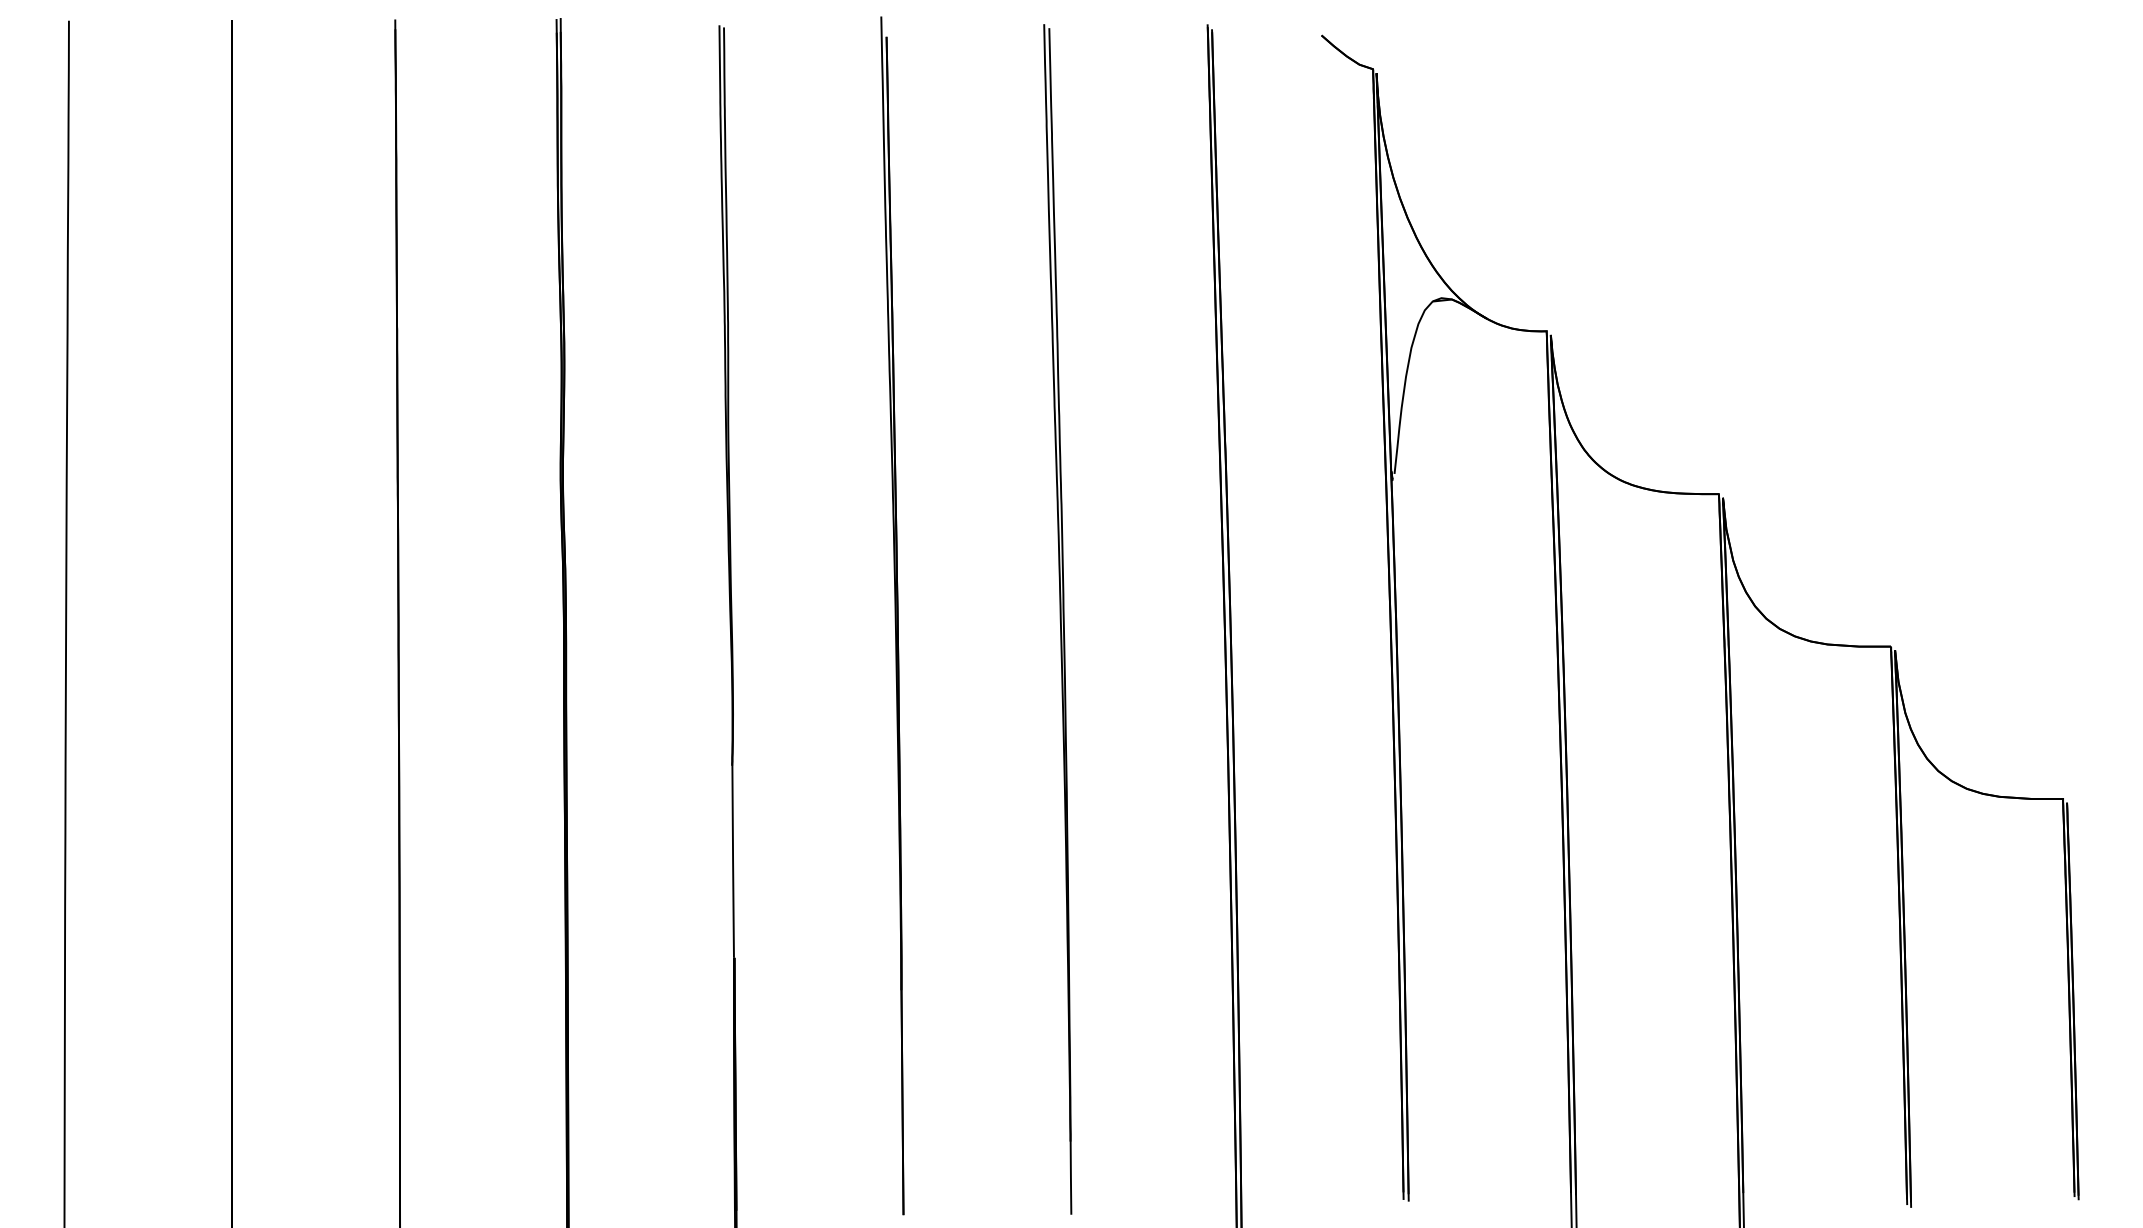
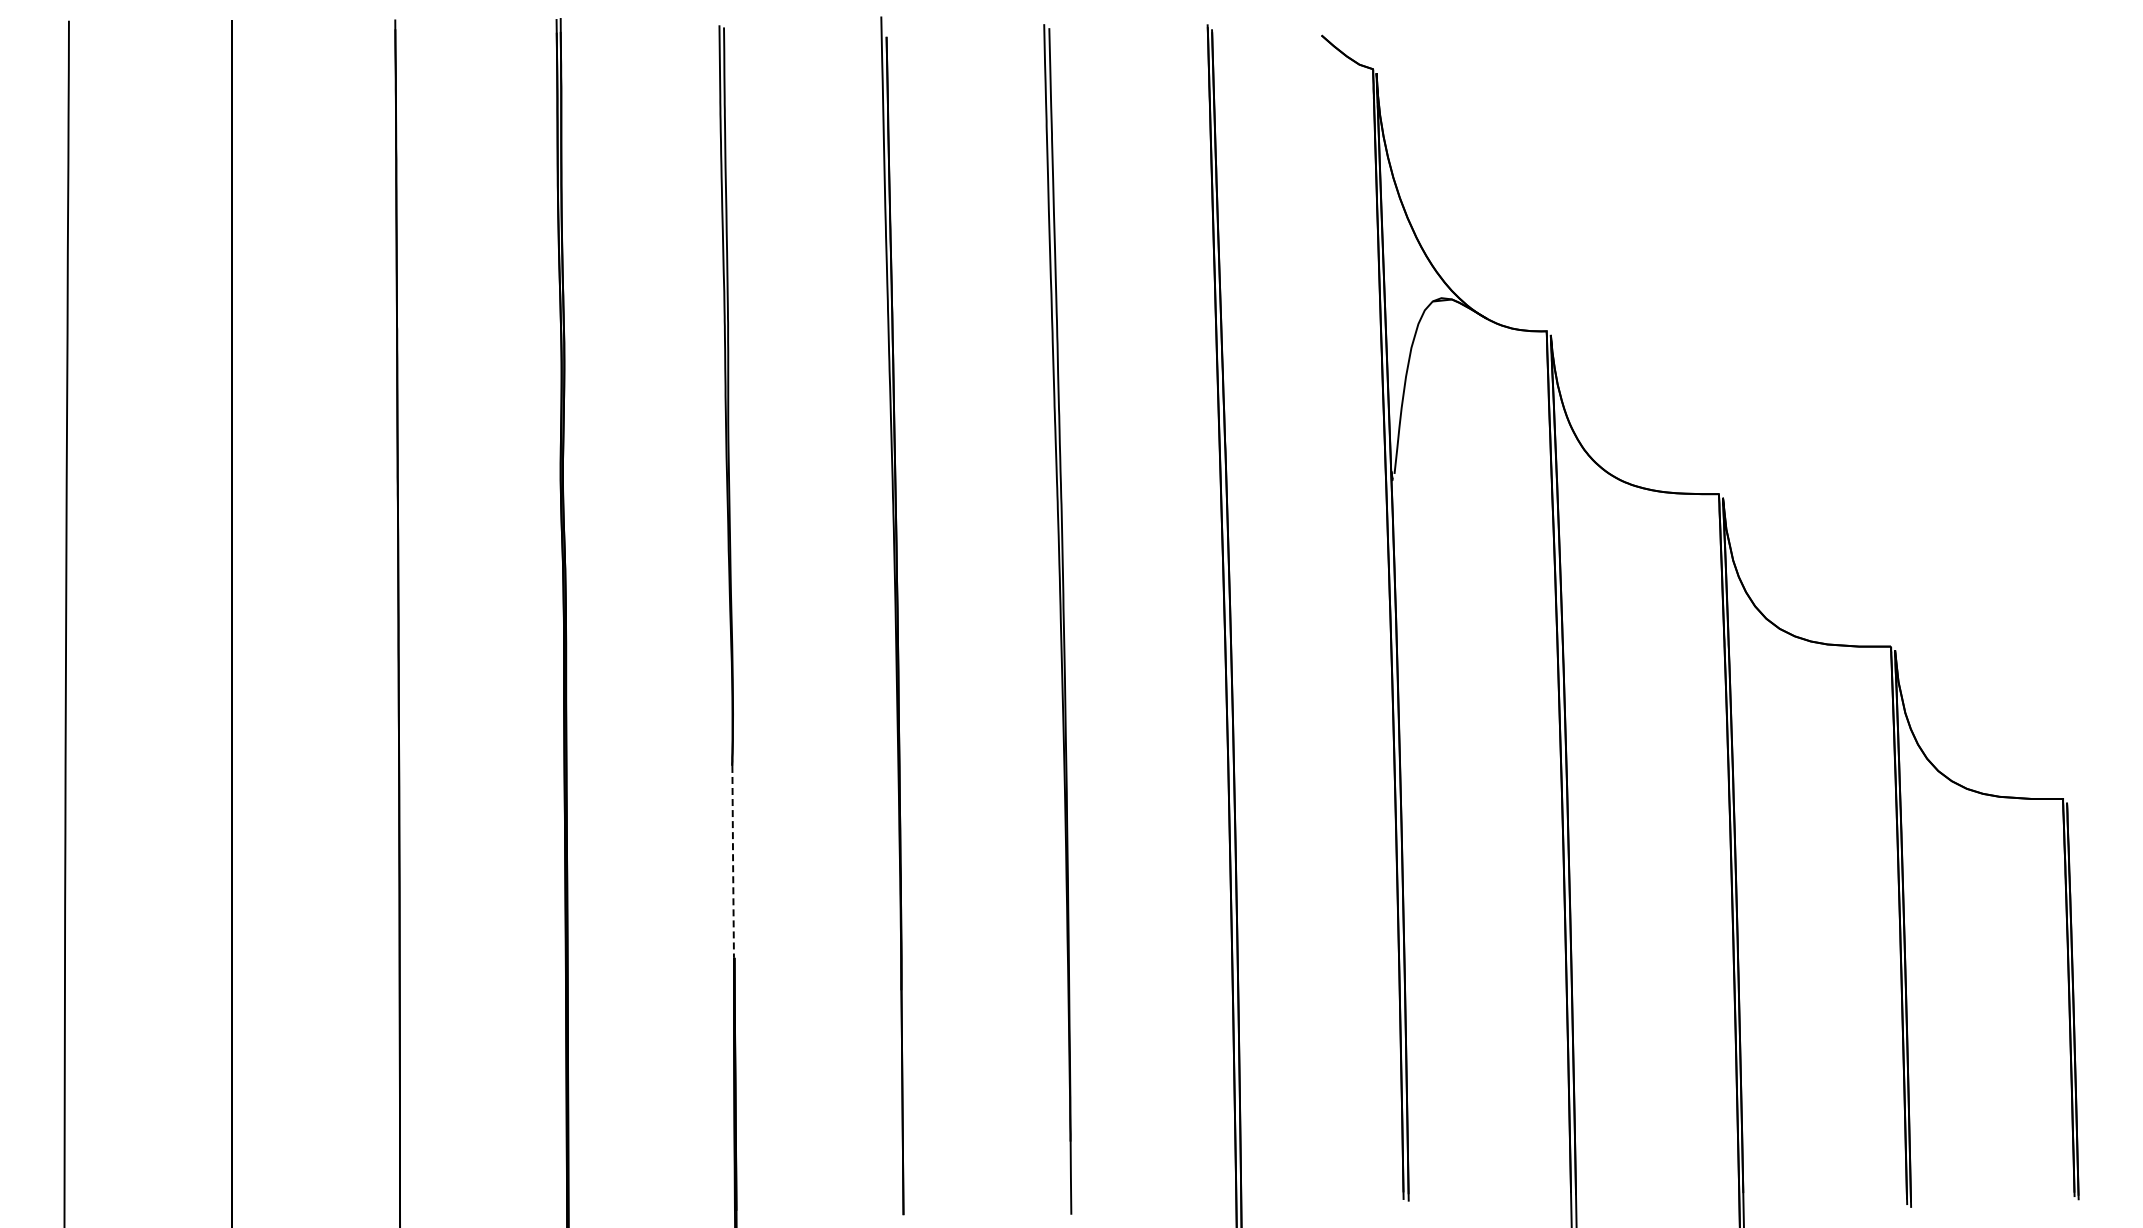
line at (733, 861): solid -> dashed
